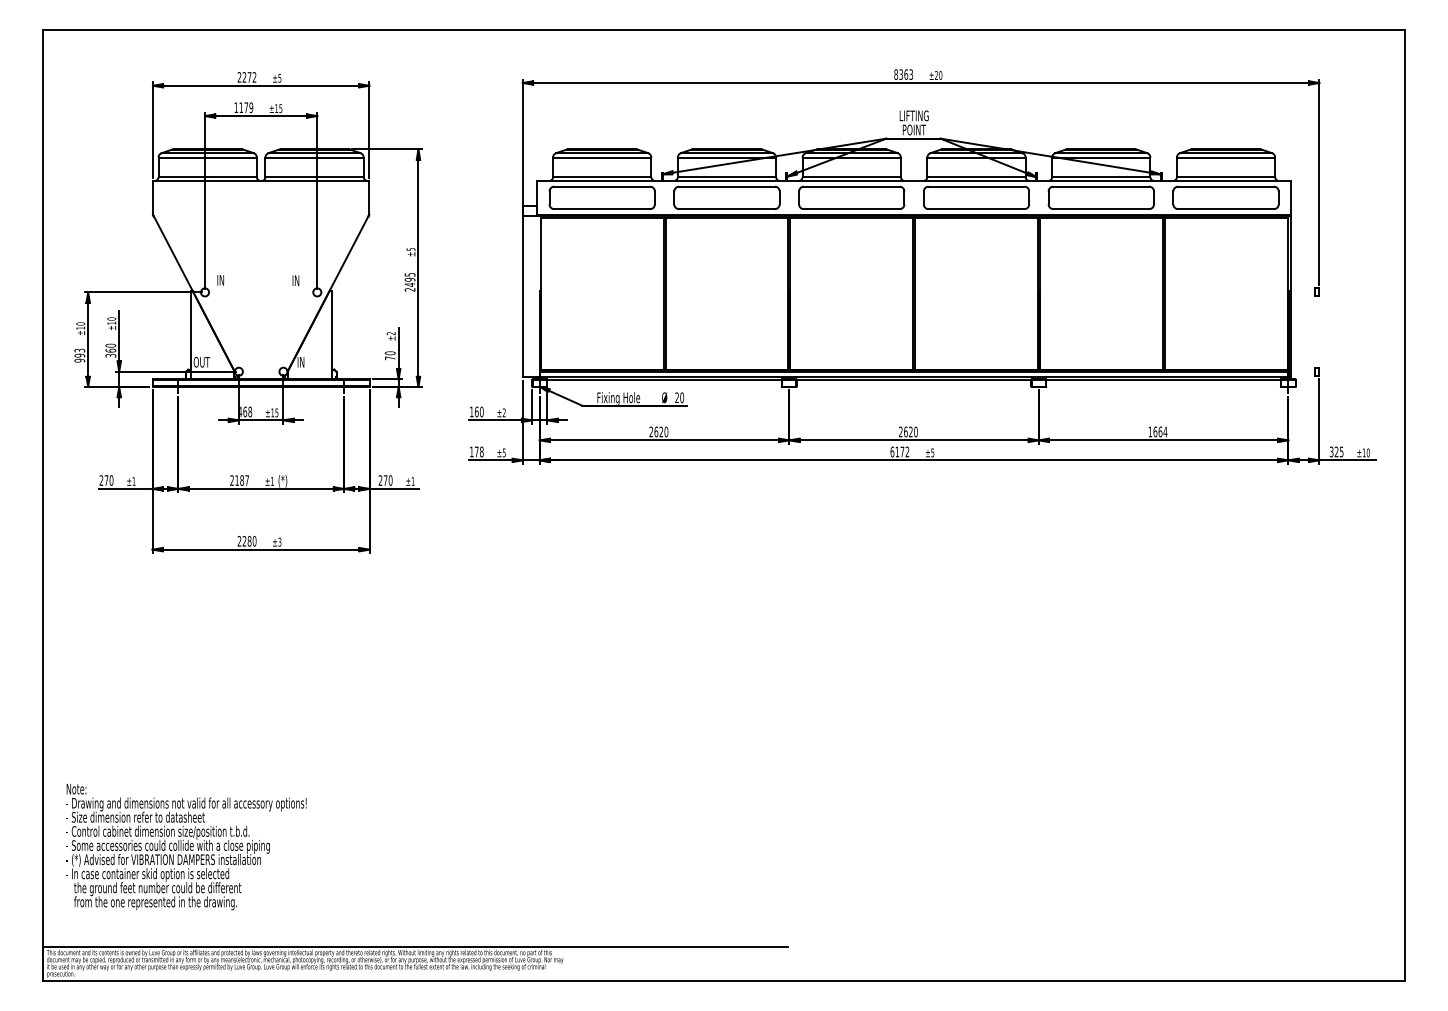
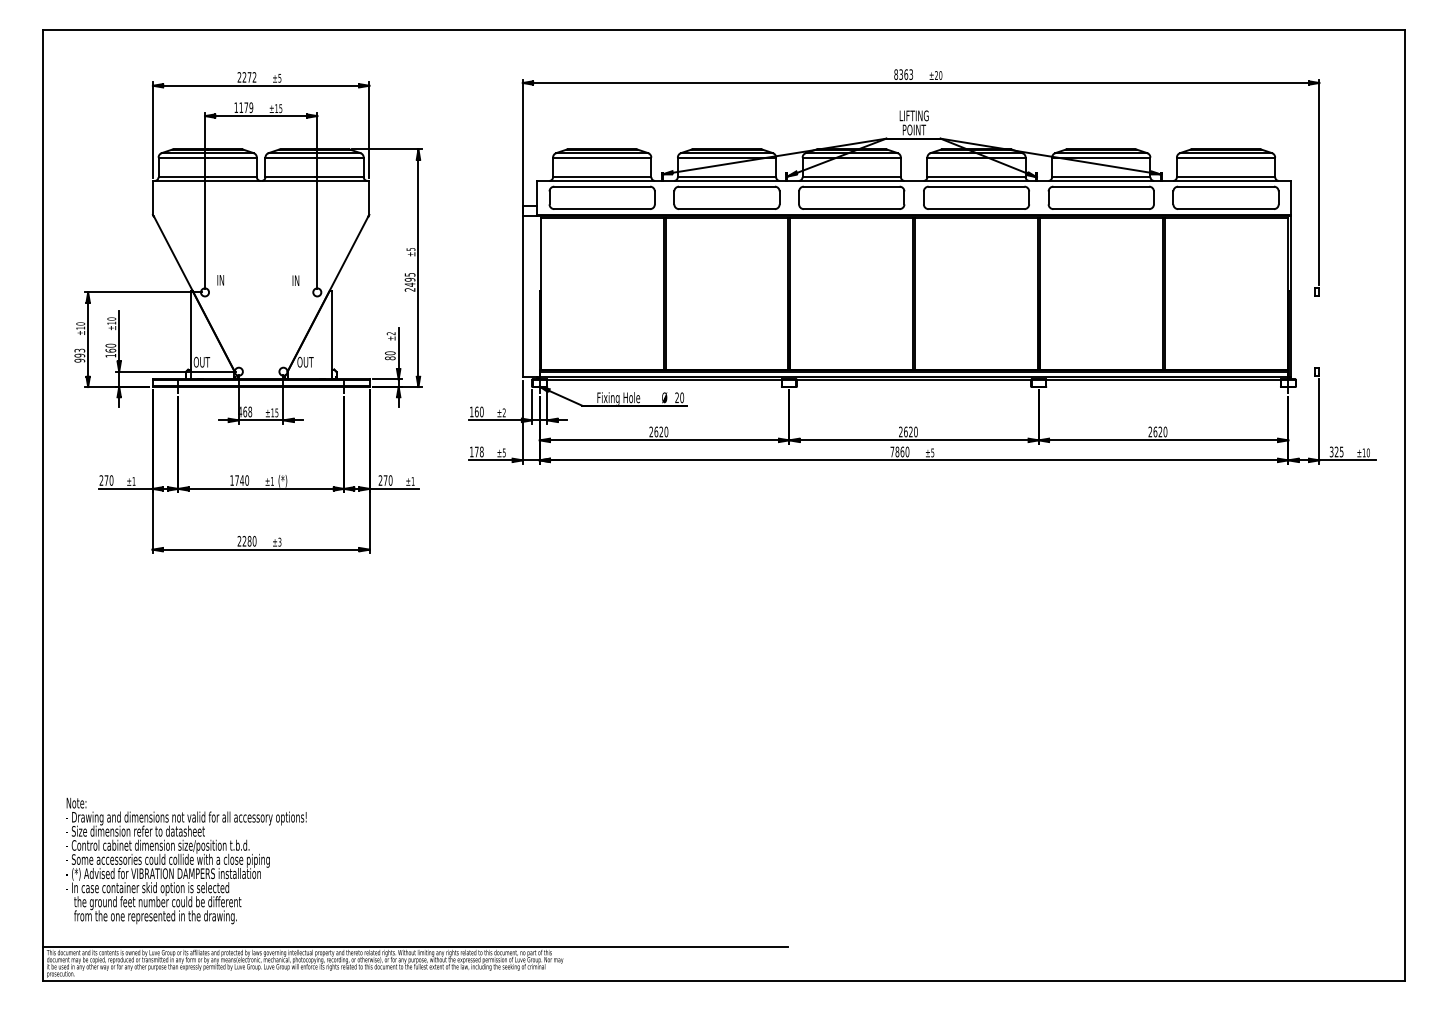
text at (110, 355): 360 -> 160
text at (390, 358): 70 -> 80
text at (305, 361): IN -> OUT
text at (1157, 431): 1664 -> 2620
text at (899, 451): 6172 -> 7860
text at (239, 480): 2187 -> 1740
text at (186, 846) position: (186, 846) -> (186, 860)
